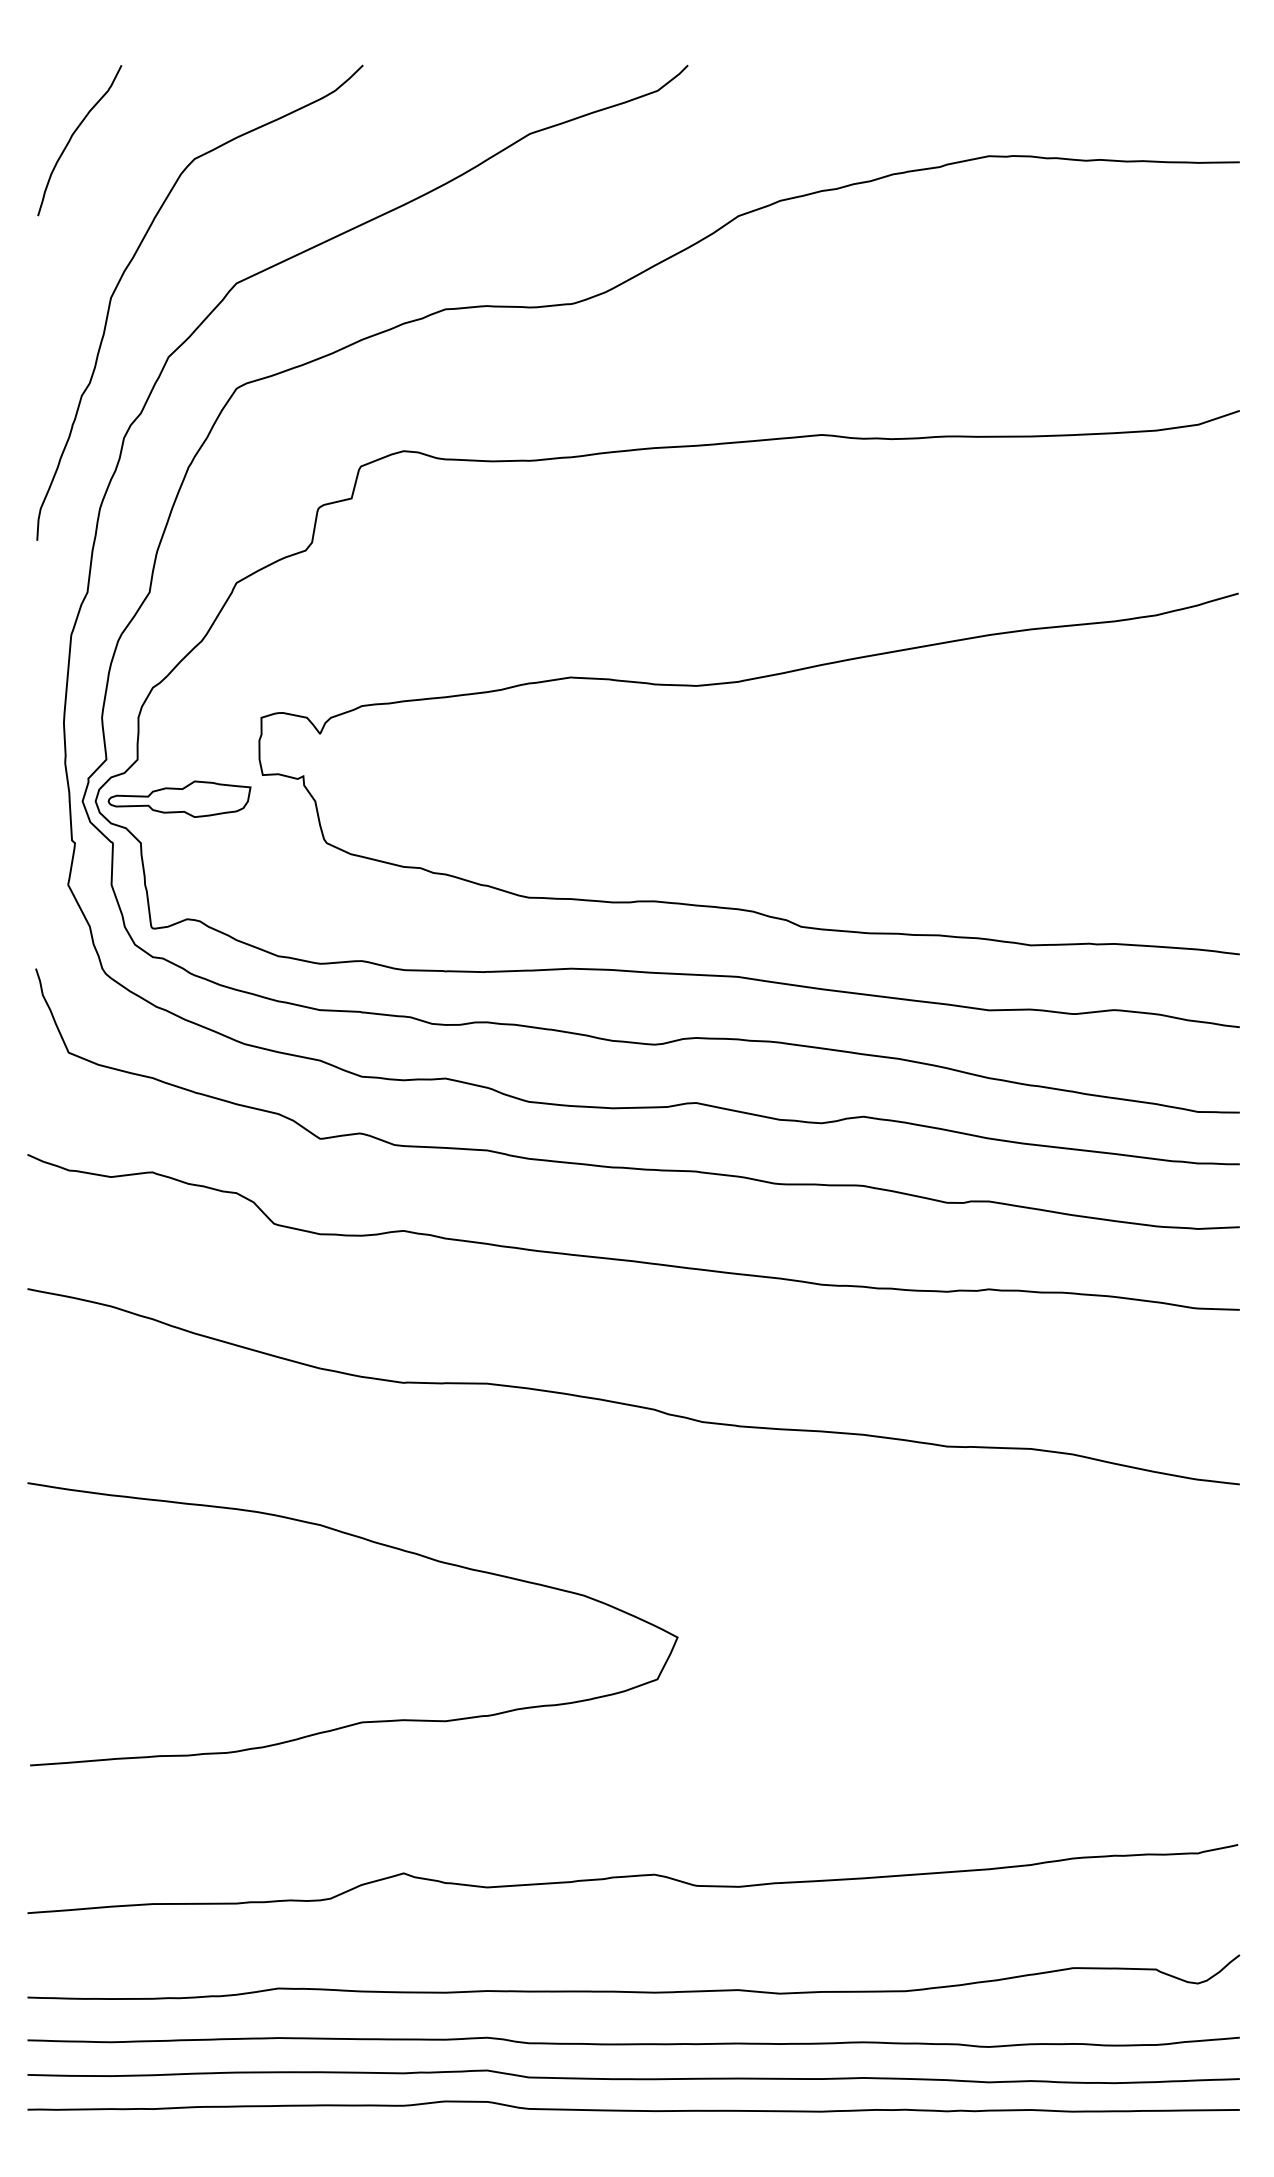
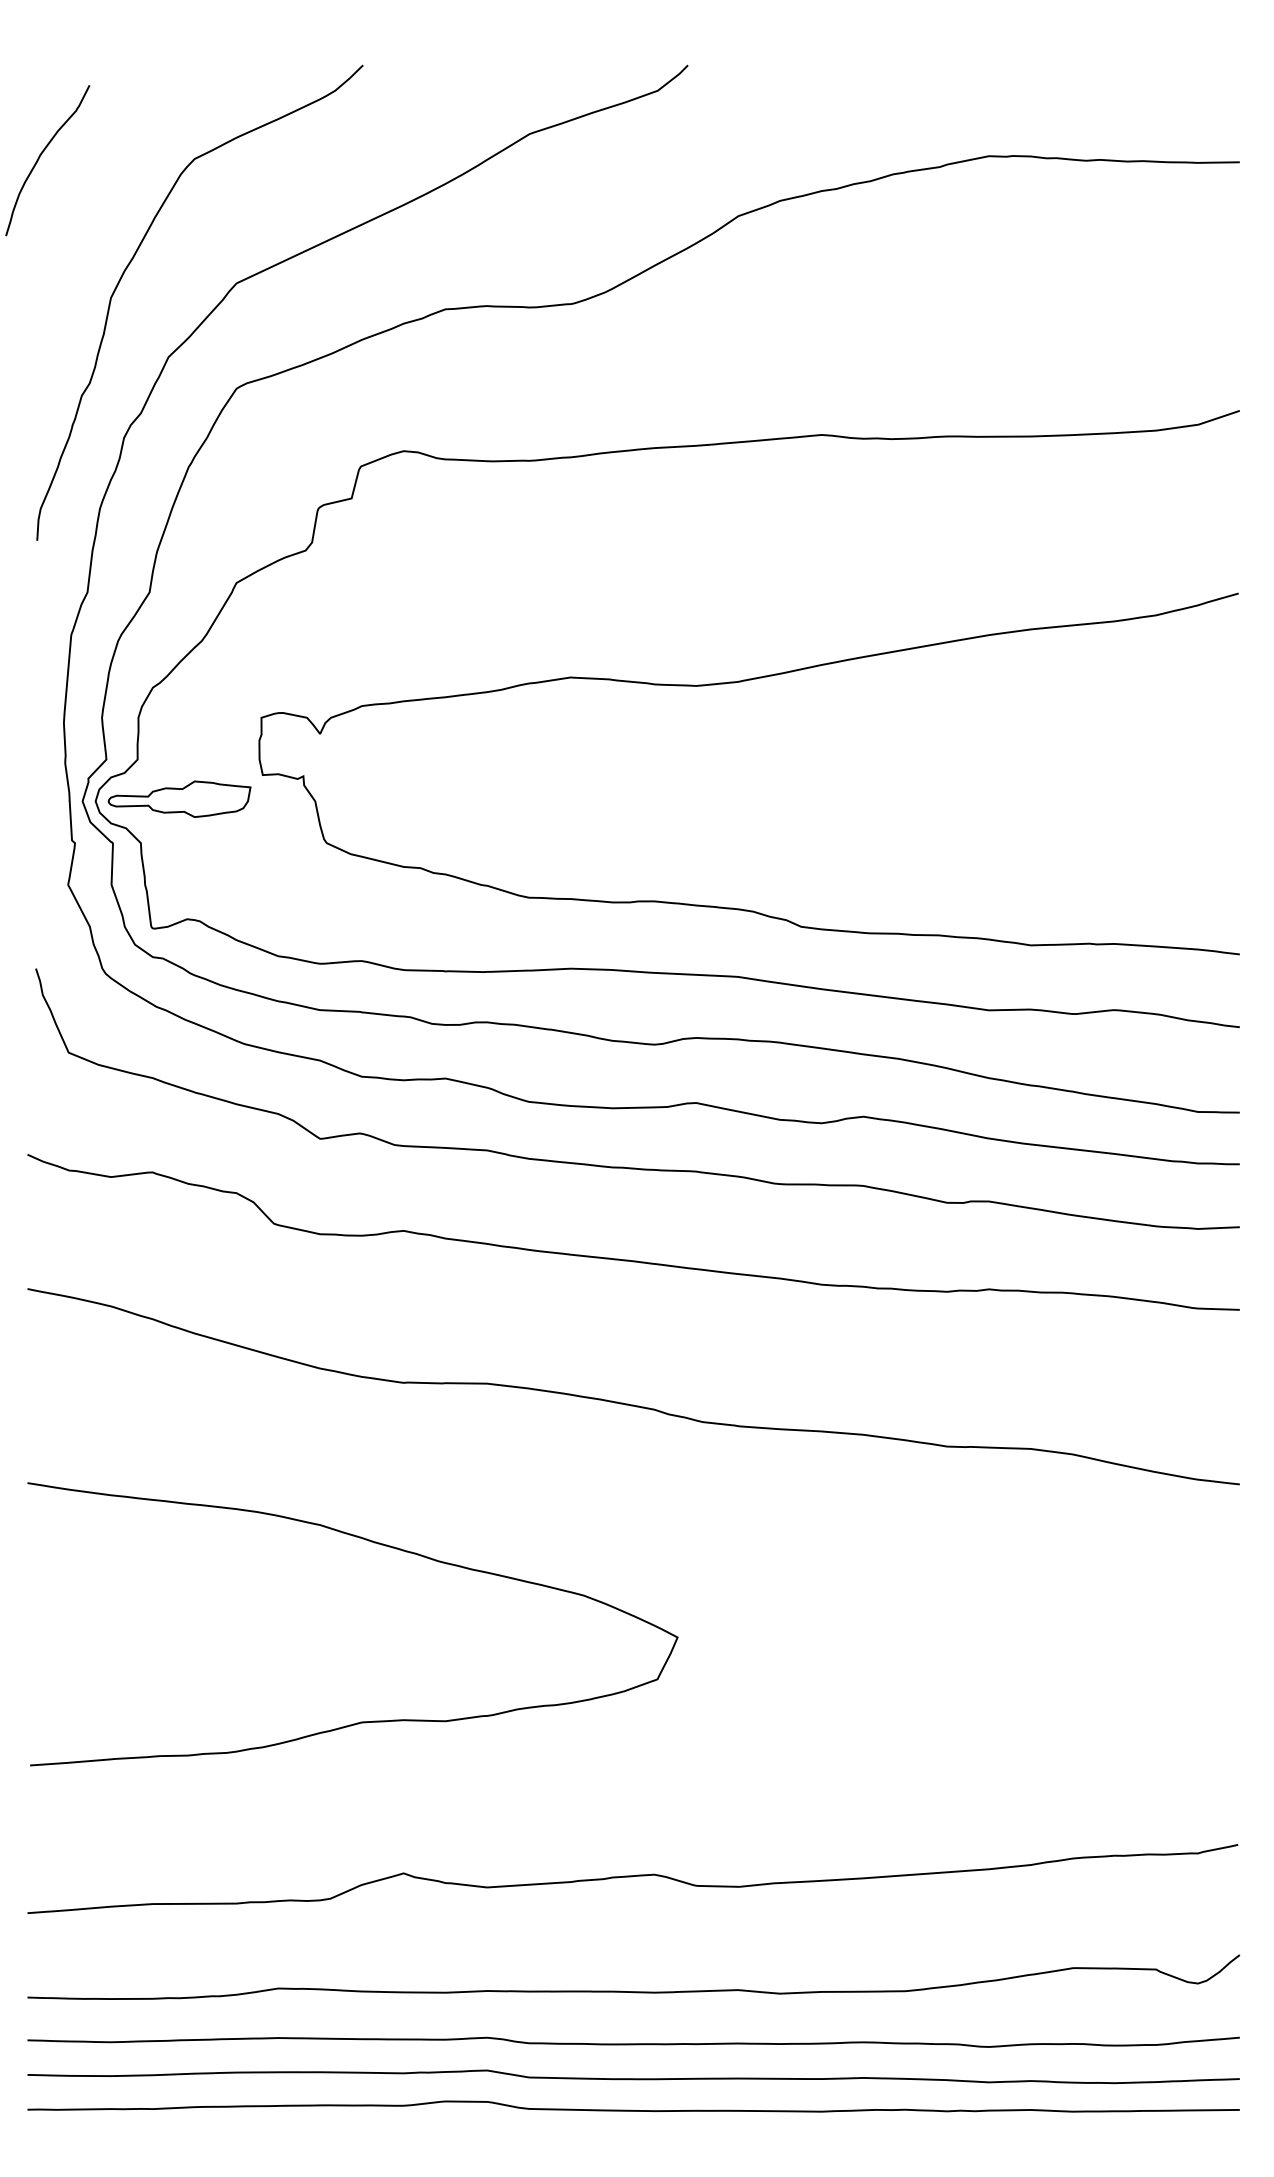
curve at (72, 137) position: (72, 137) -> (40, 157)
